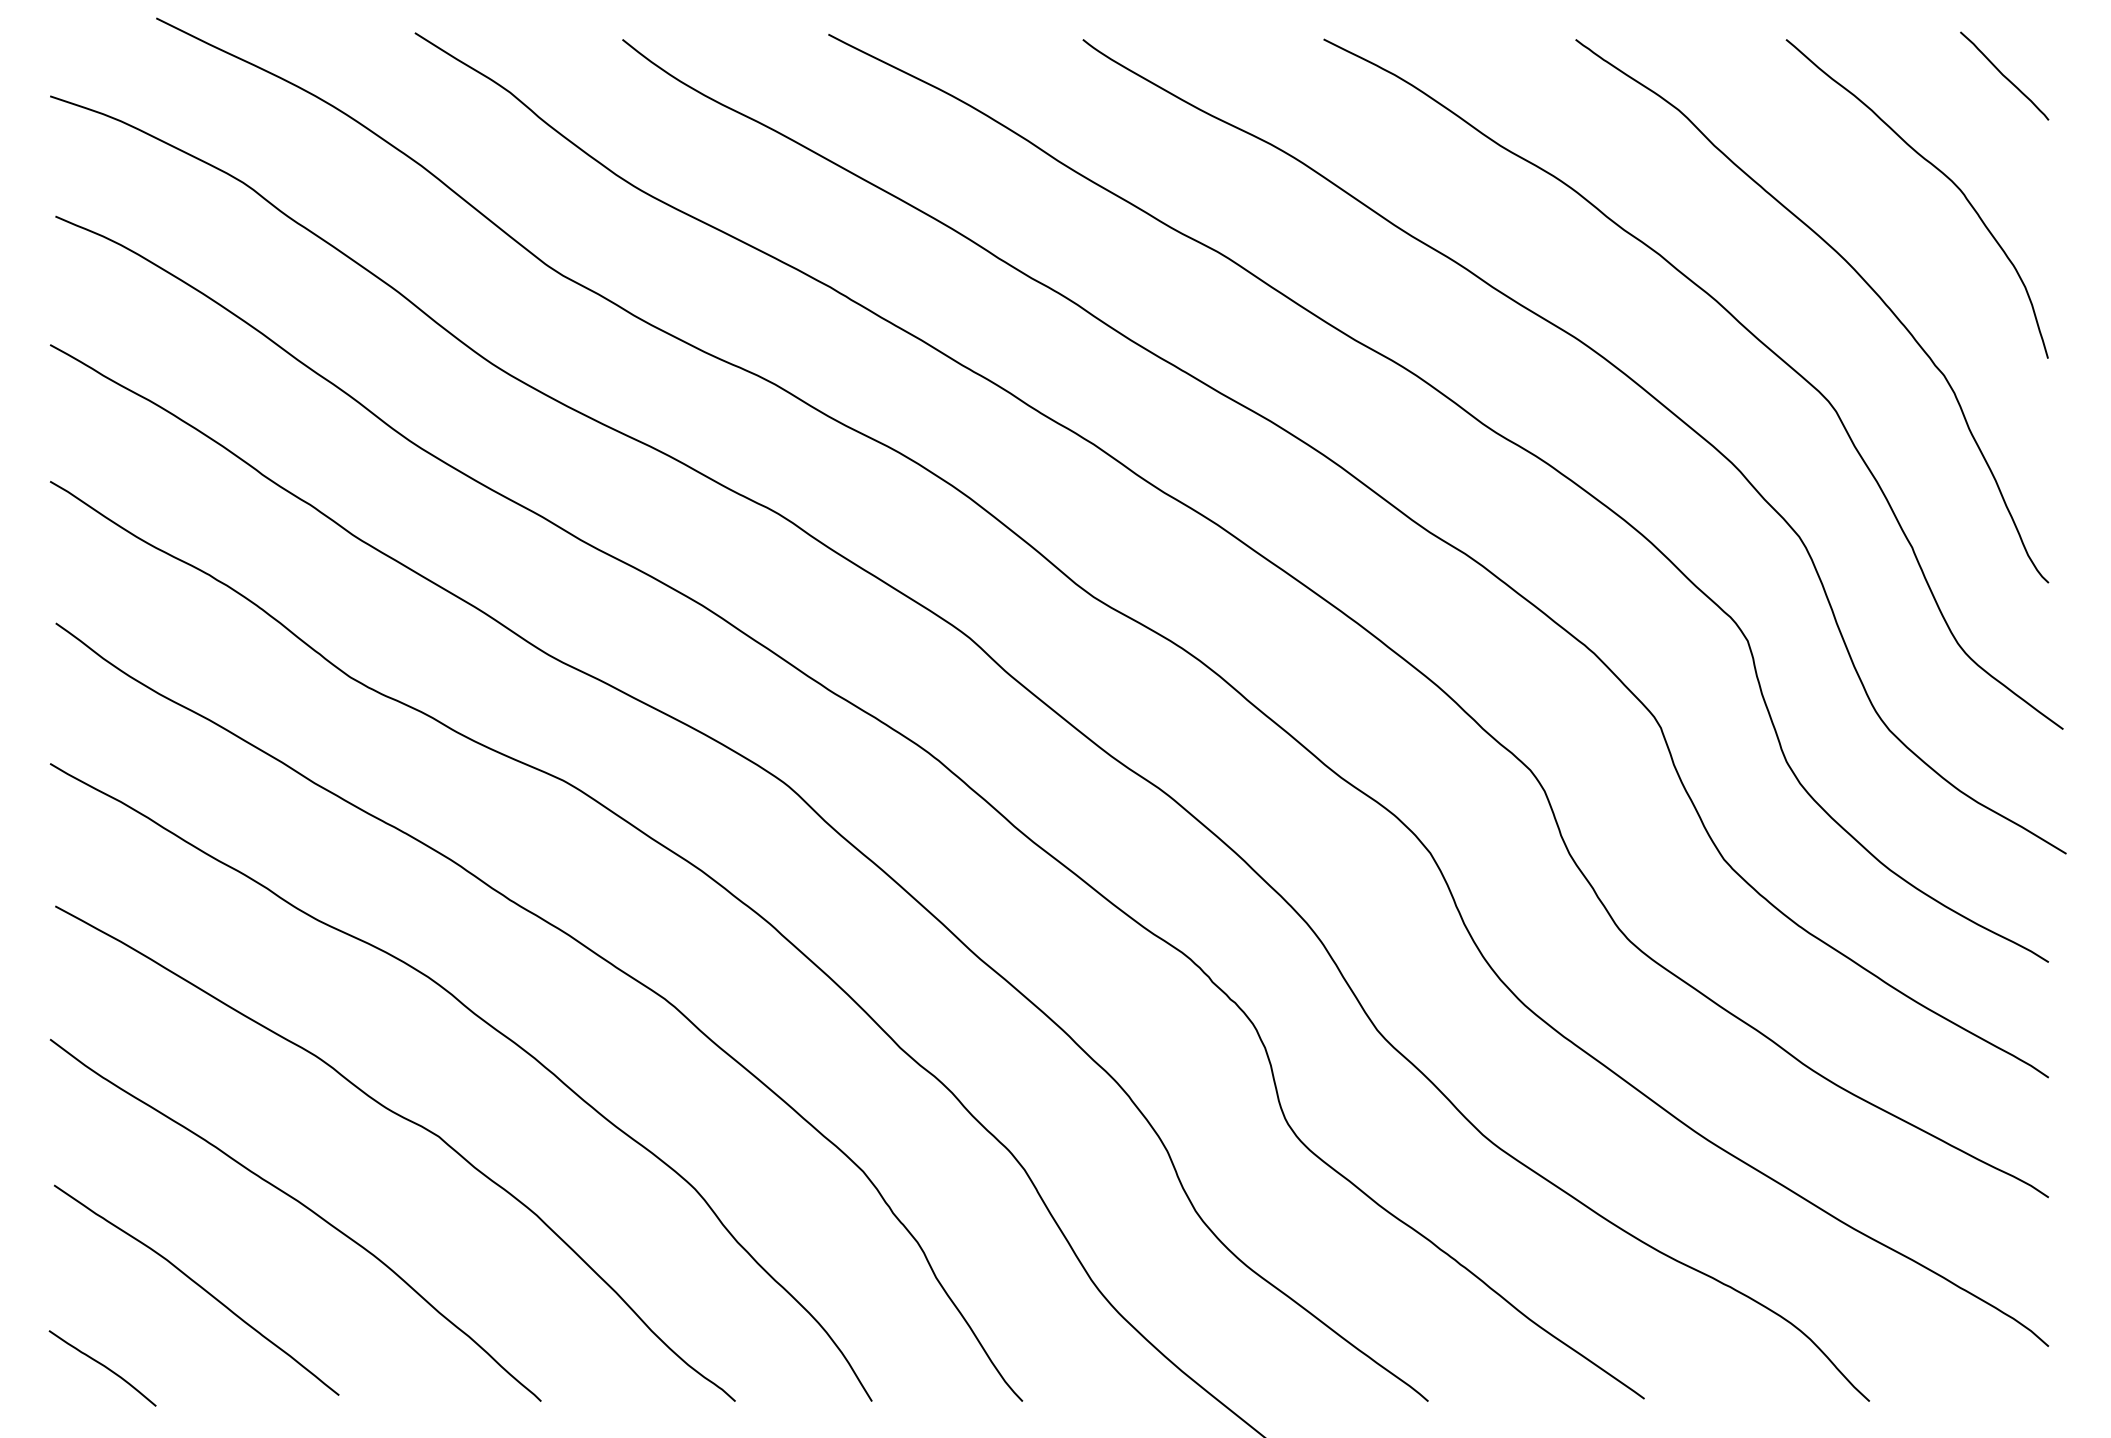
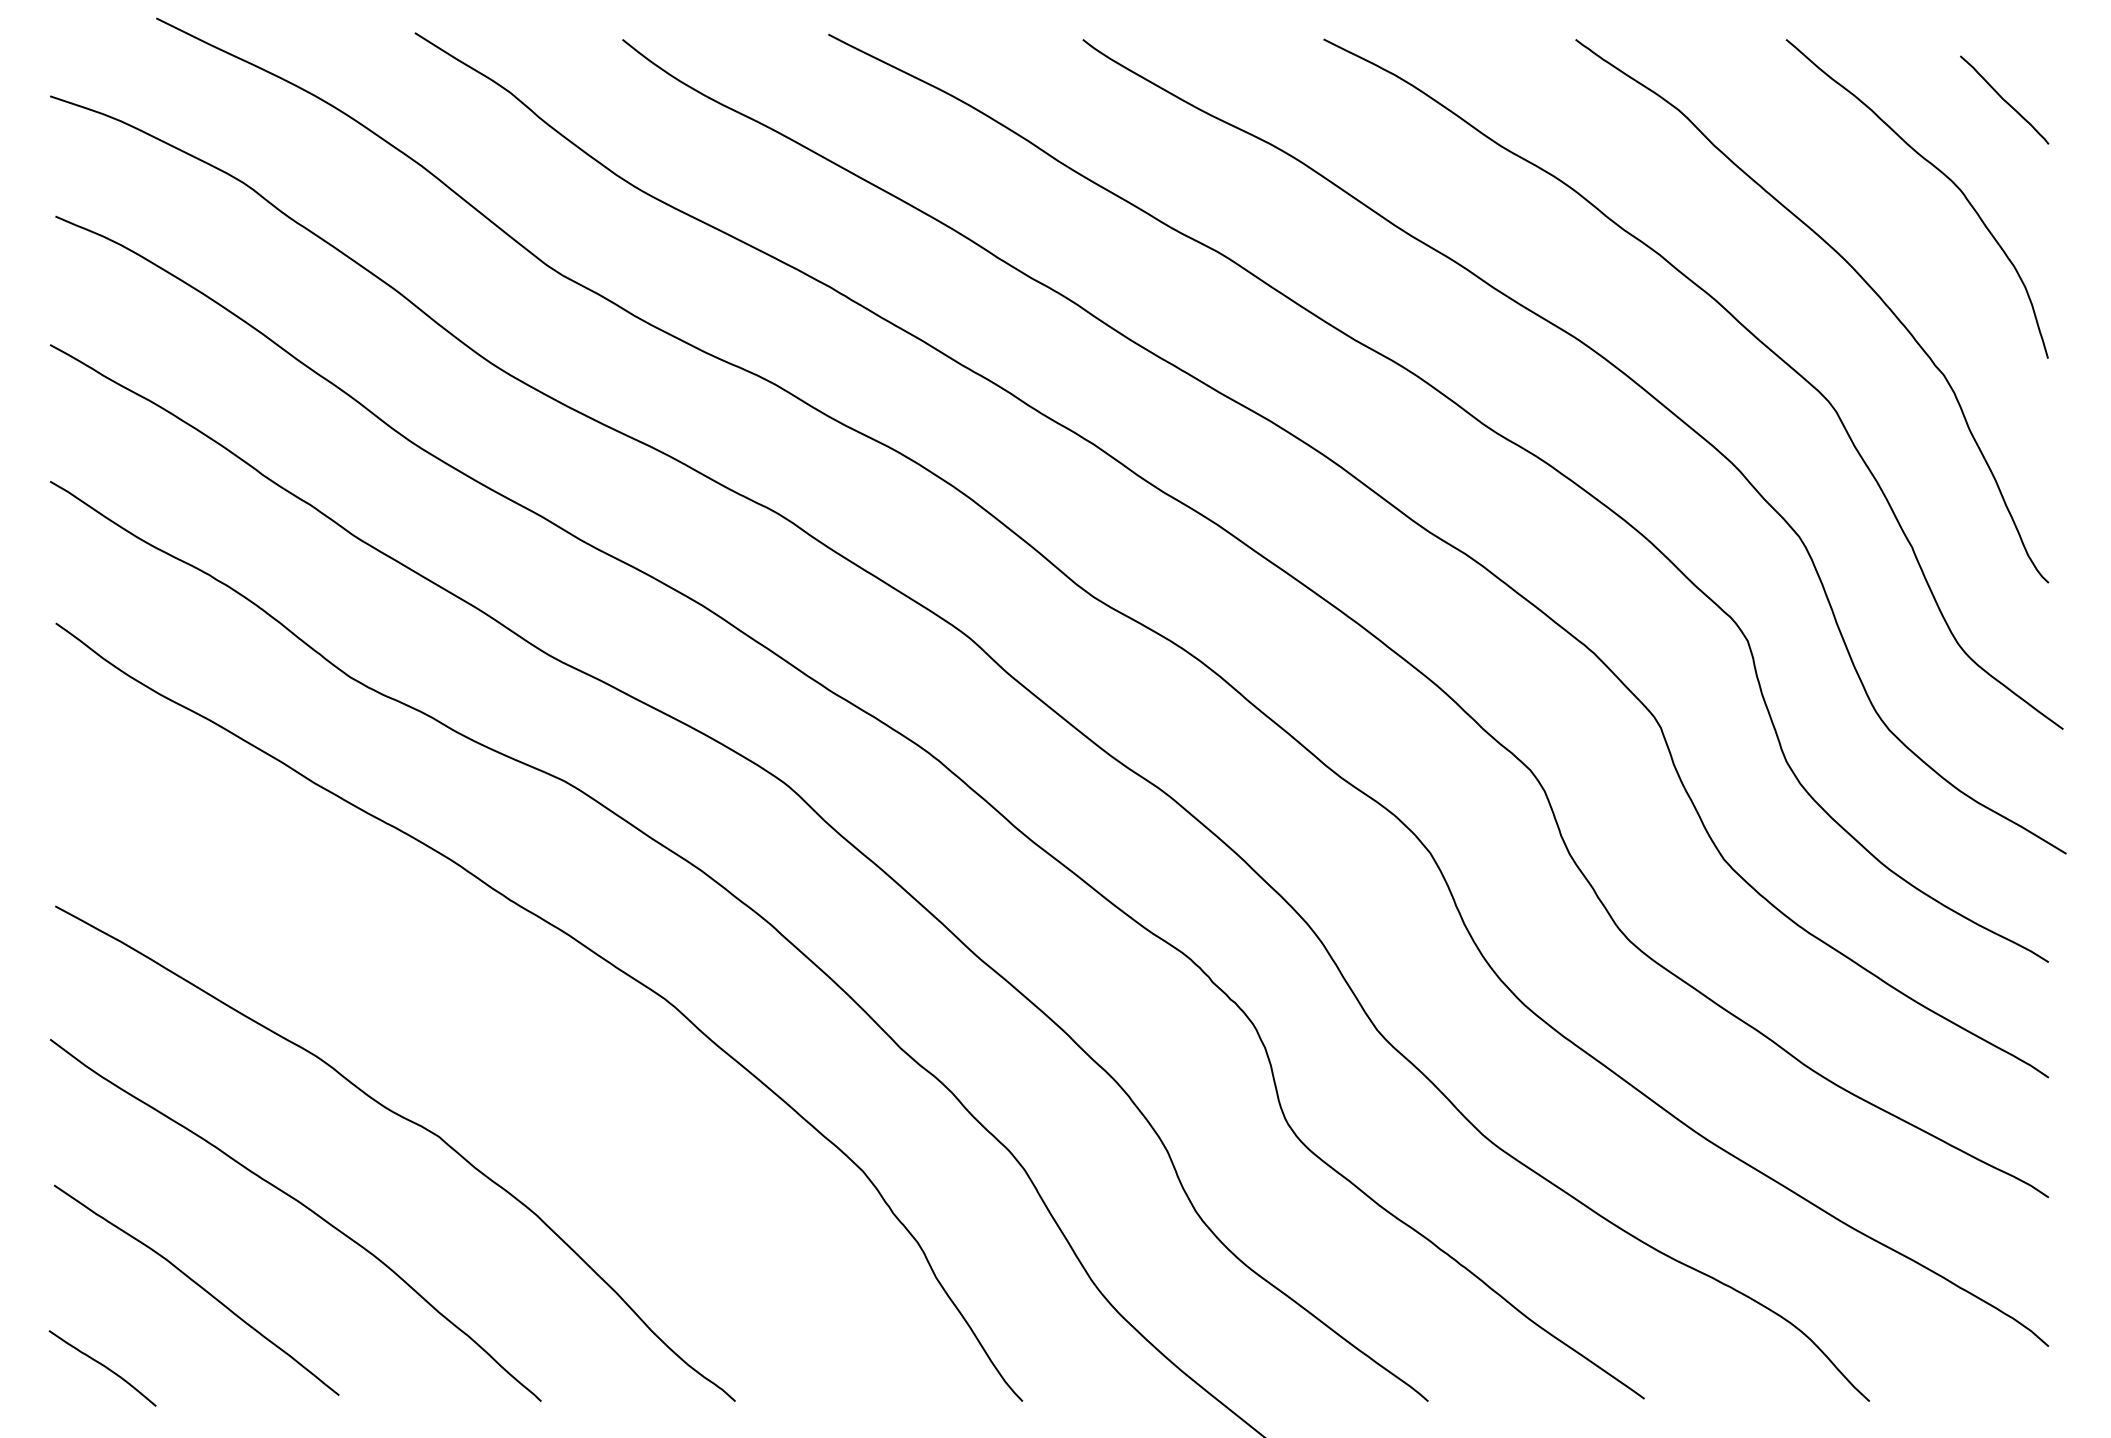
line at (2004, 75) position: (2004, 75) -> (2004, 99)
curve at (496, 1031): present -> none
